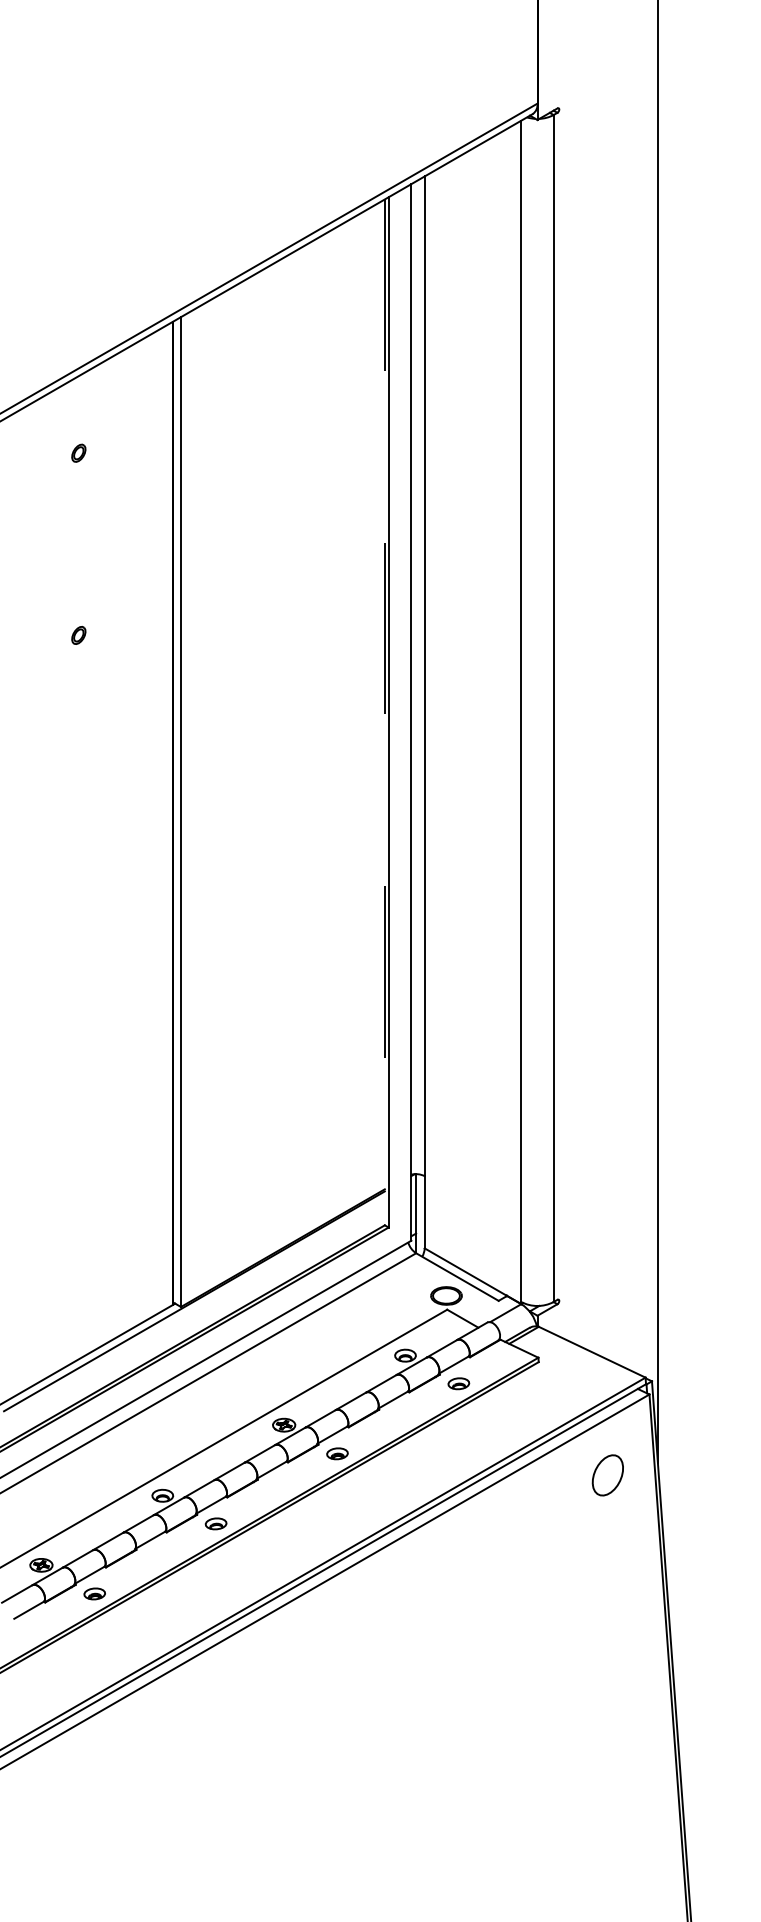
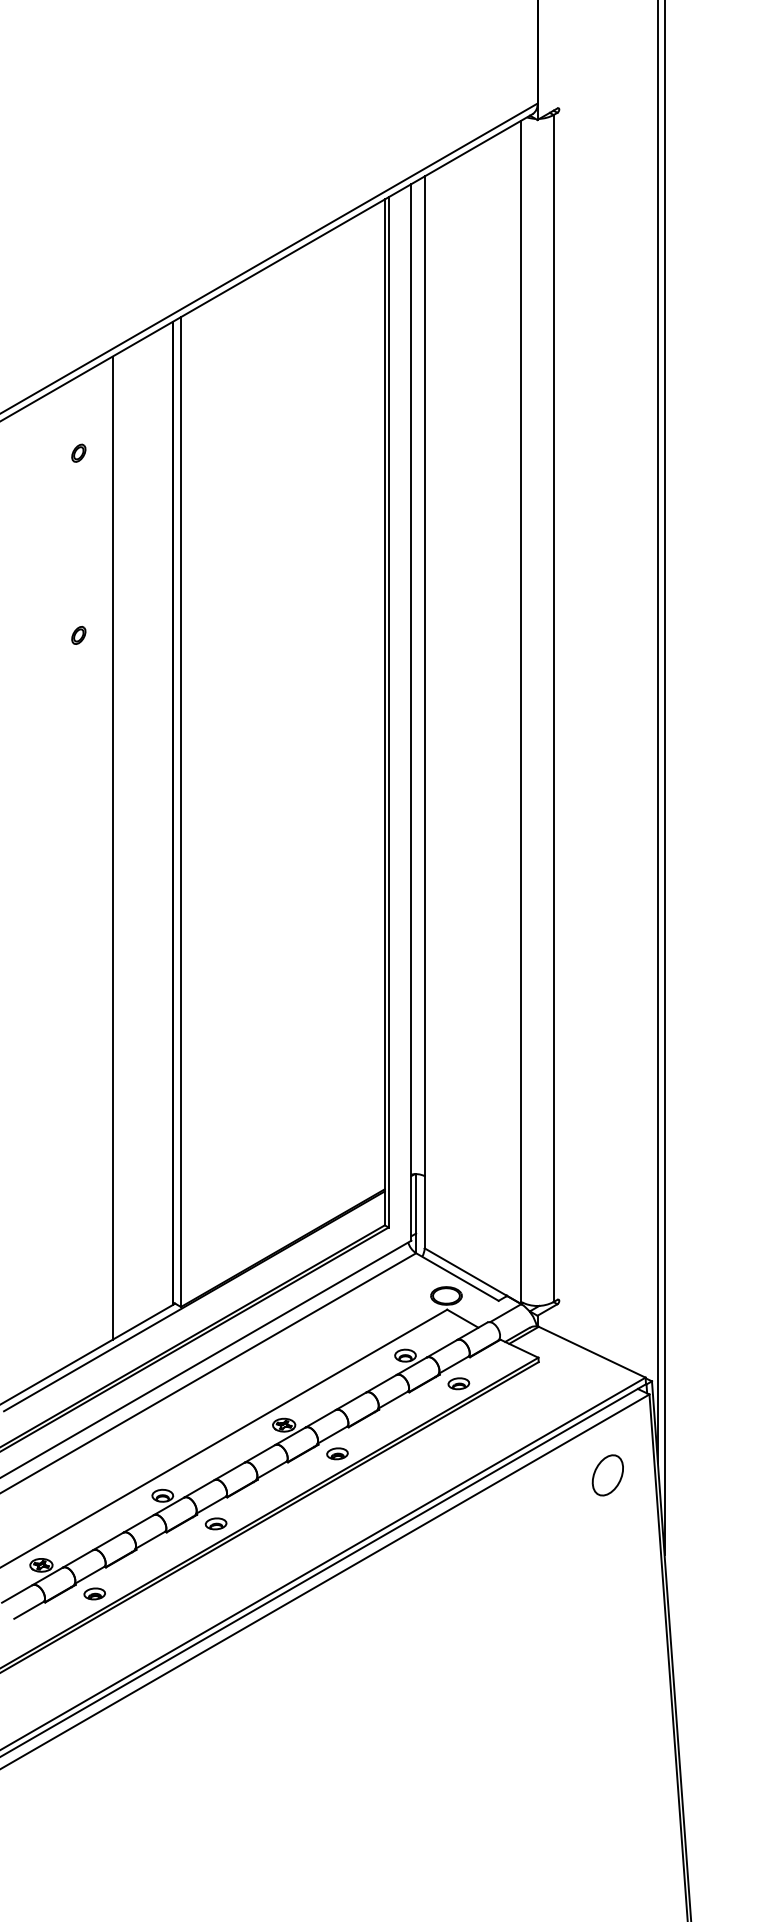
line at (384, 712): dashed -> solid
line at (664, 778): none -> present
line at (112, 847): none -> present
